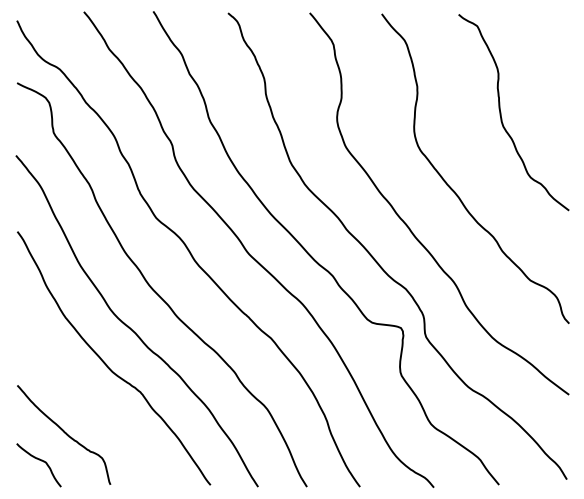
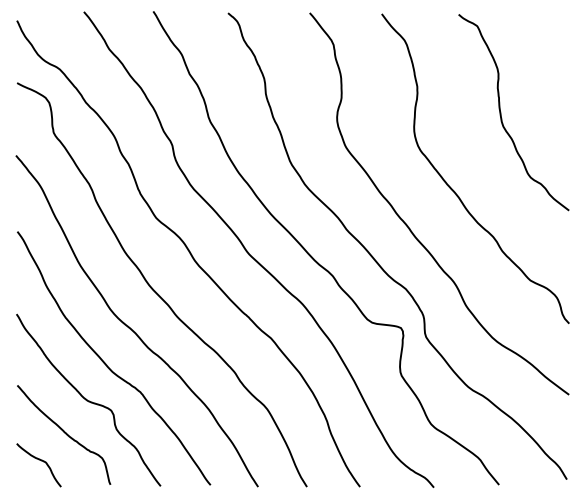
curve at (87, 399): none -> present
